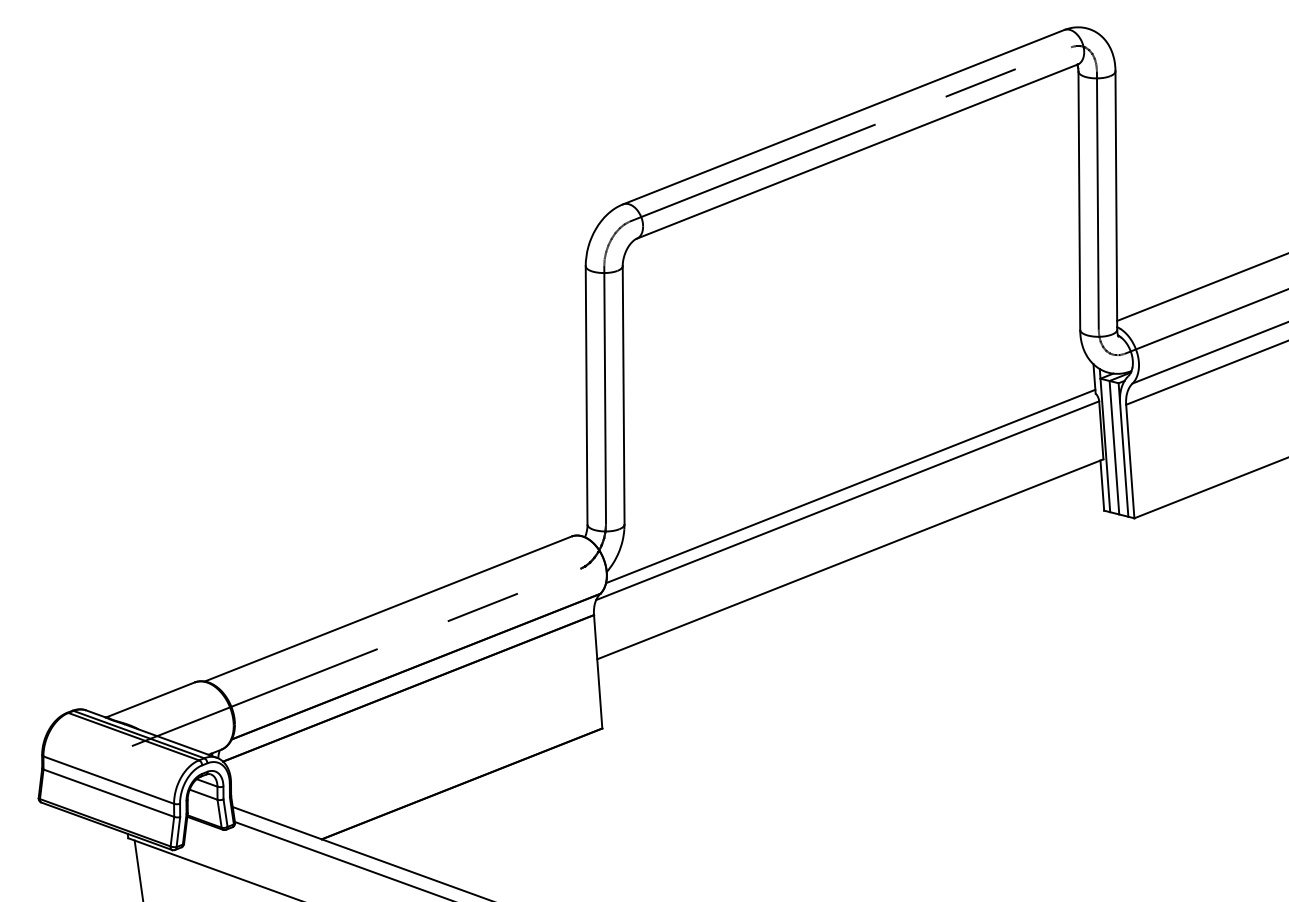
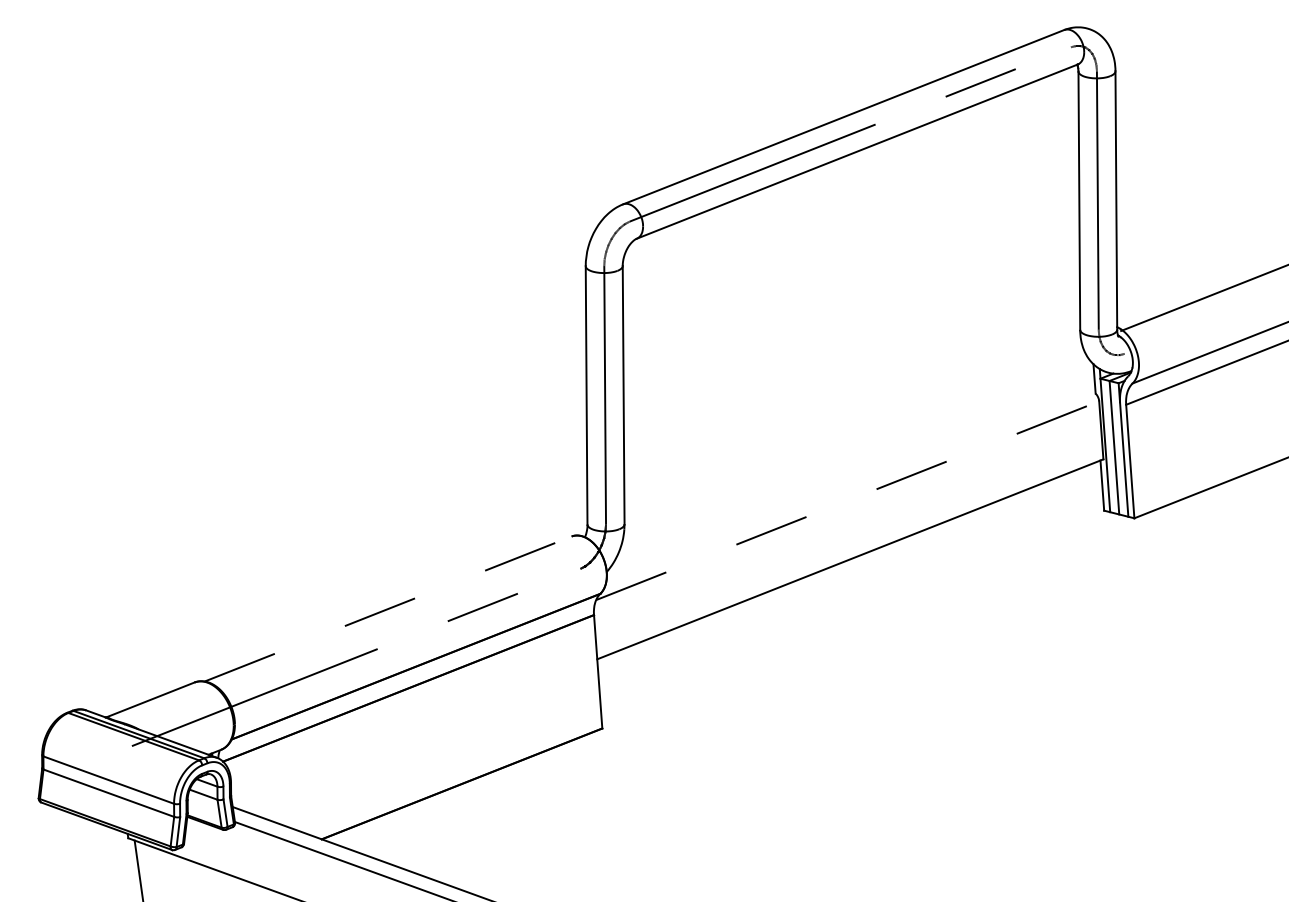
line at (1201, 287) position: (1201, 287) -> (1203, 298)
line at (1204, 321): present -> none
line at (850, 486): present -> none
line at (848, 500): solid -> dashed
line at (388, 608): solid -> dashed
